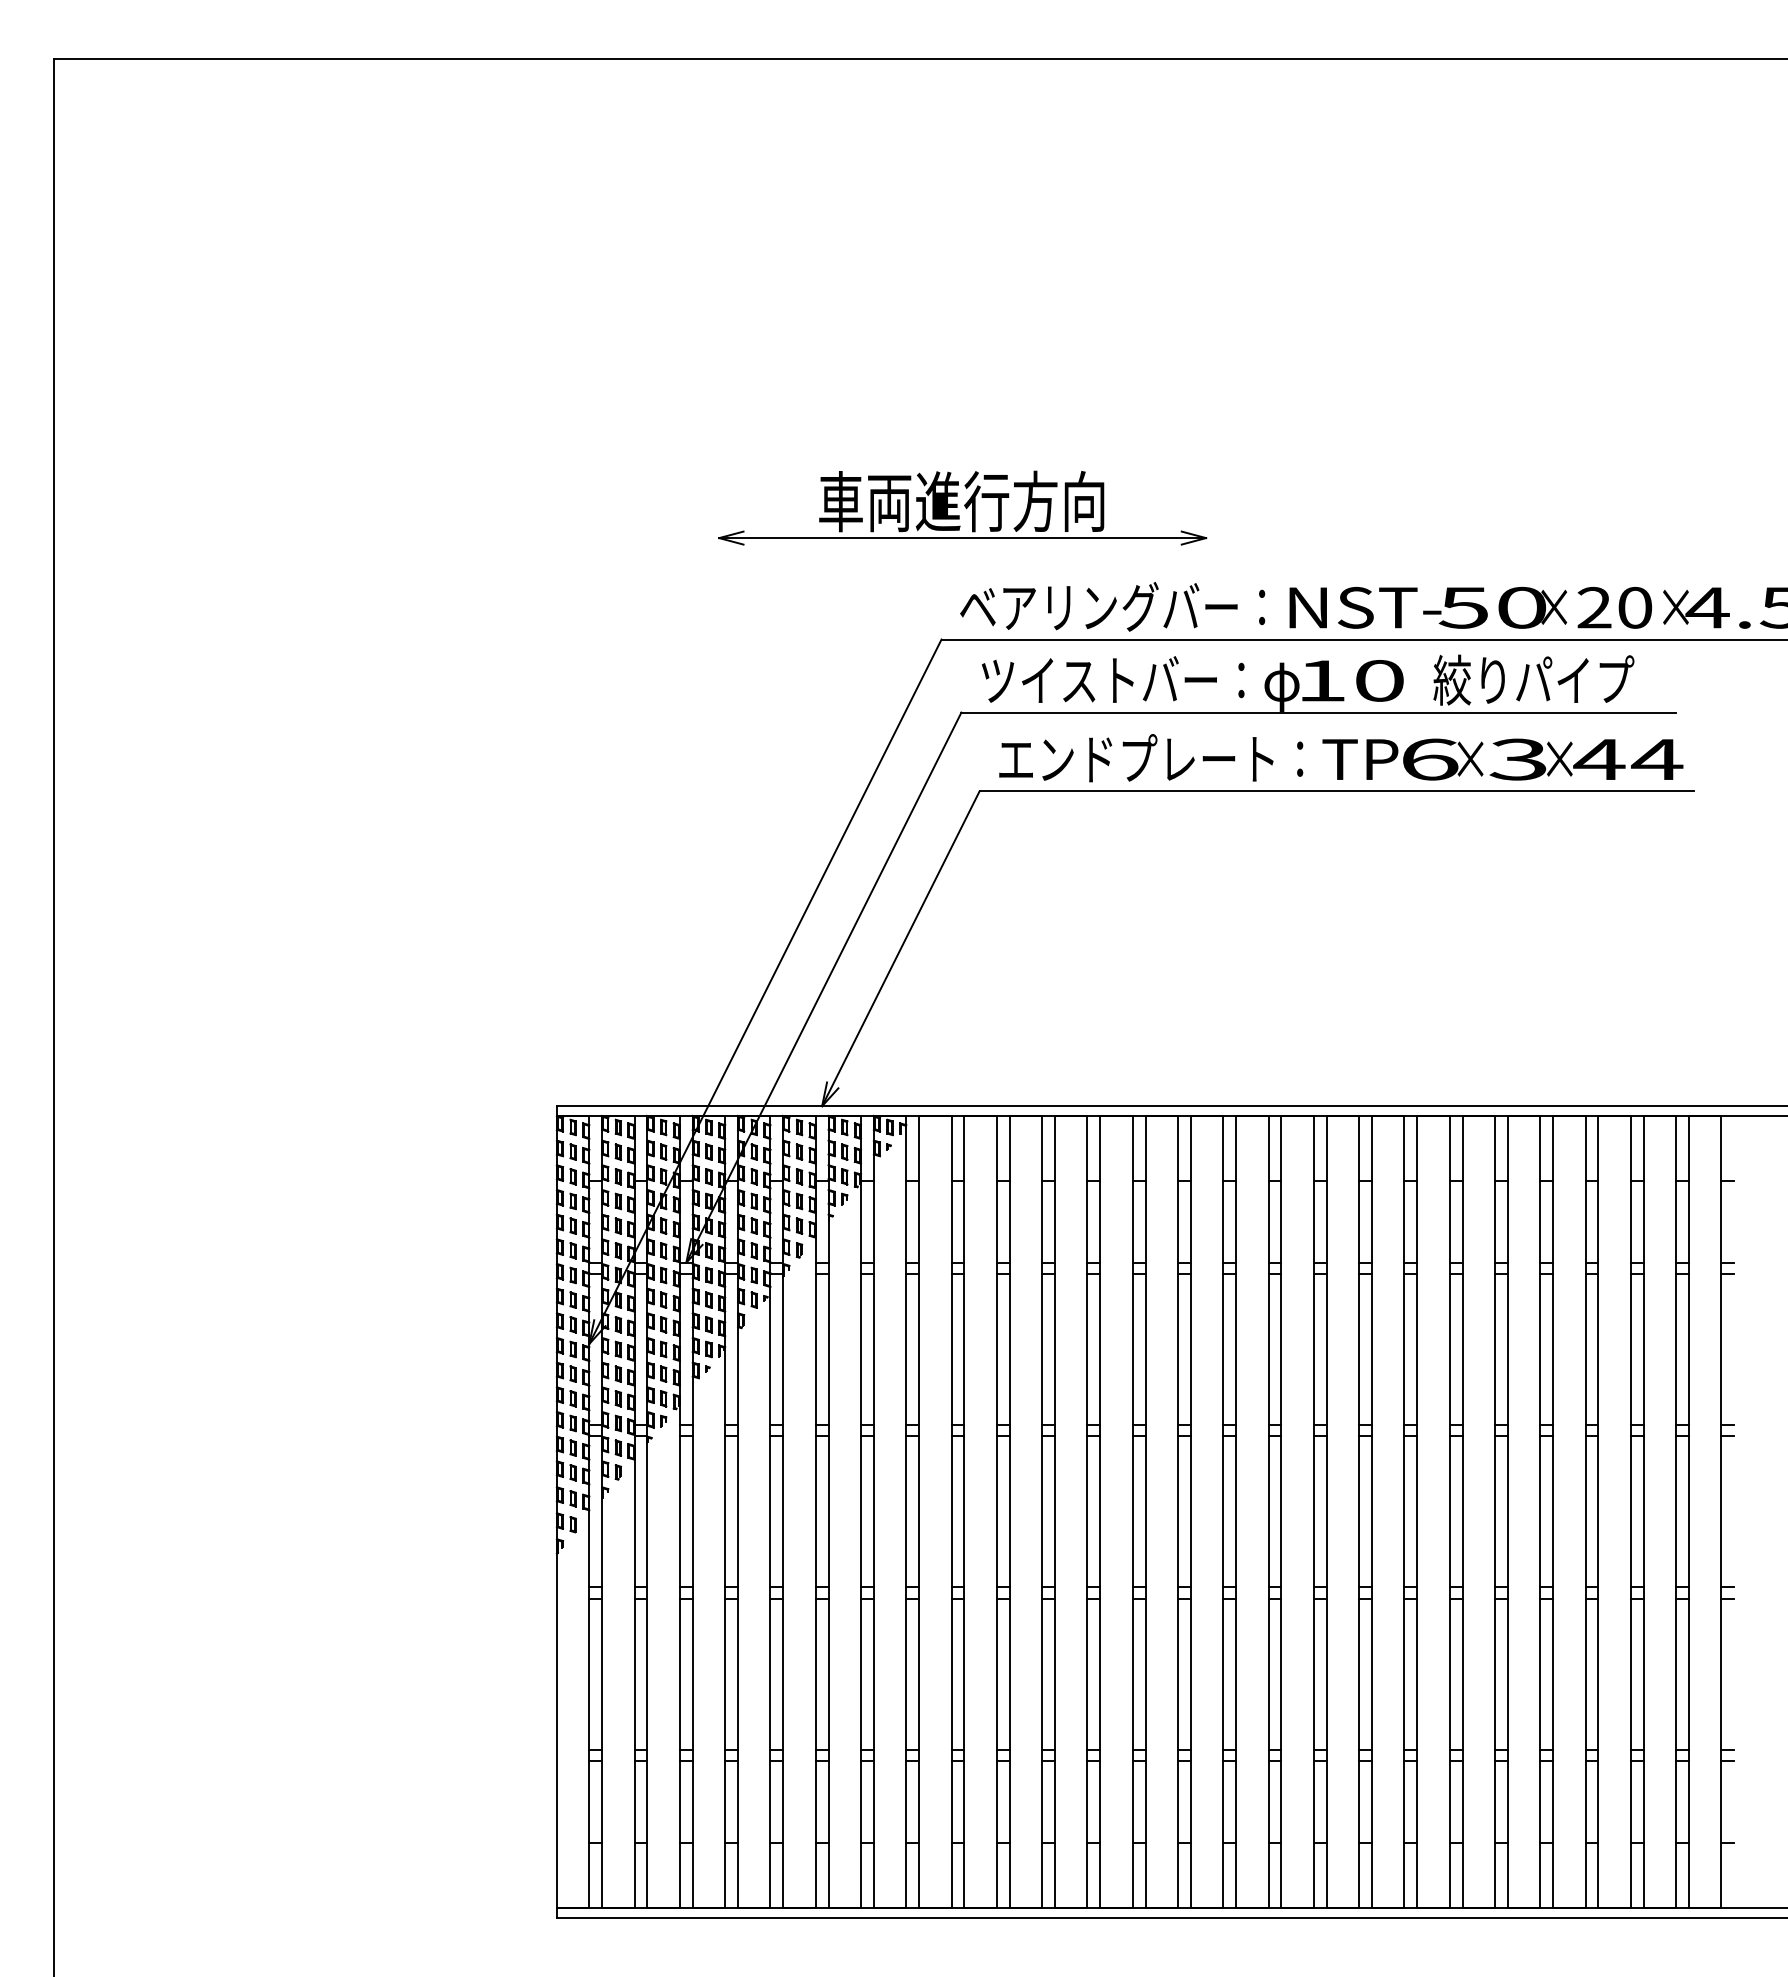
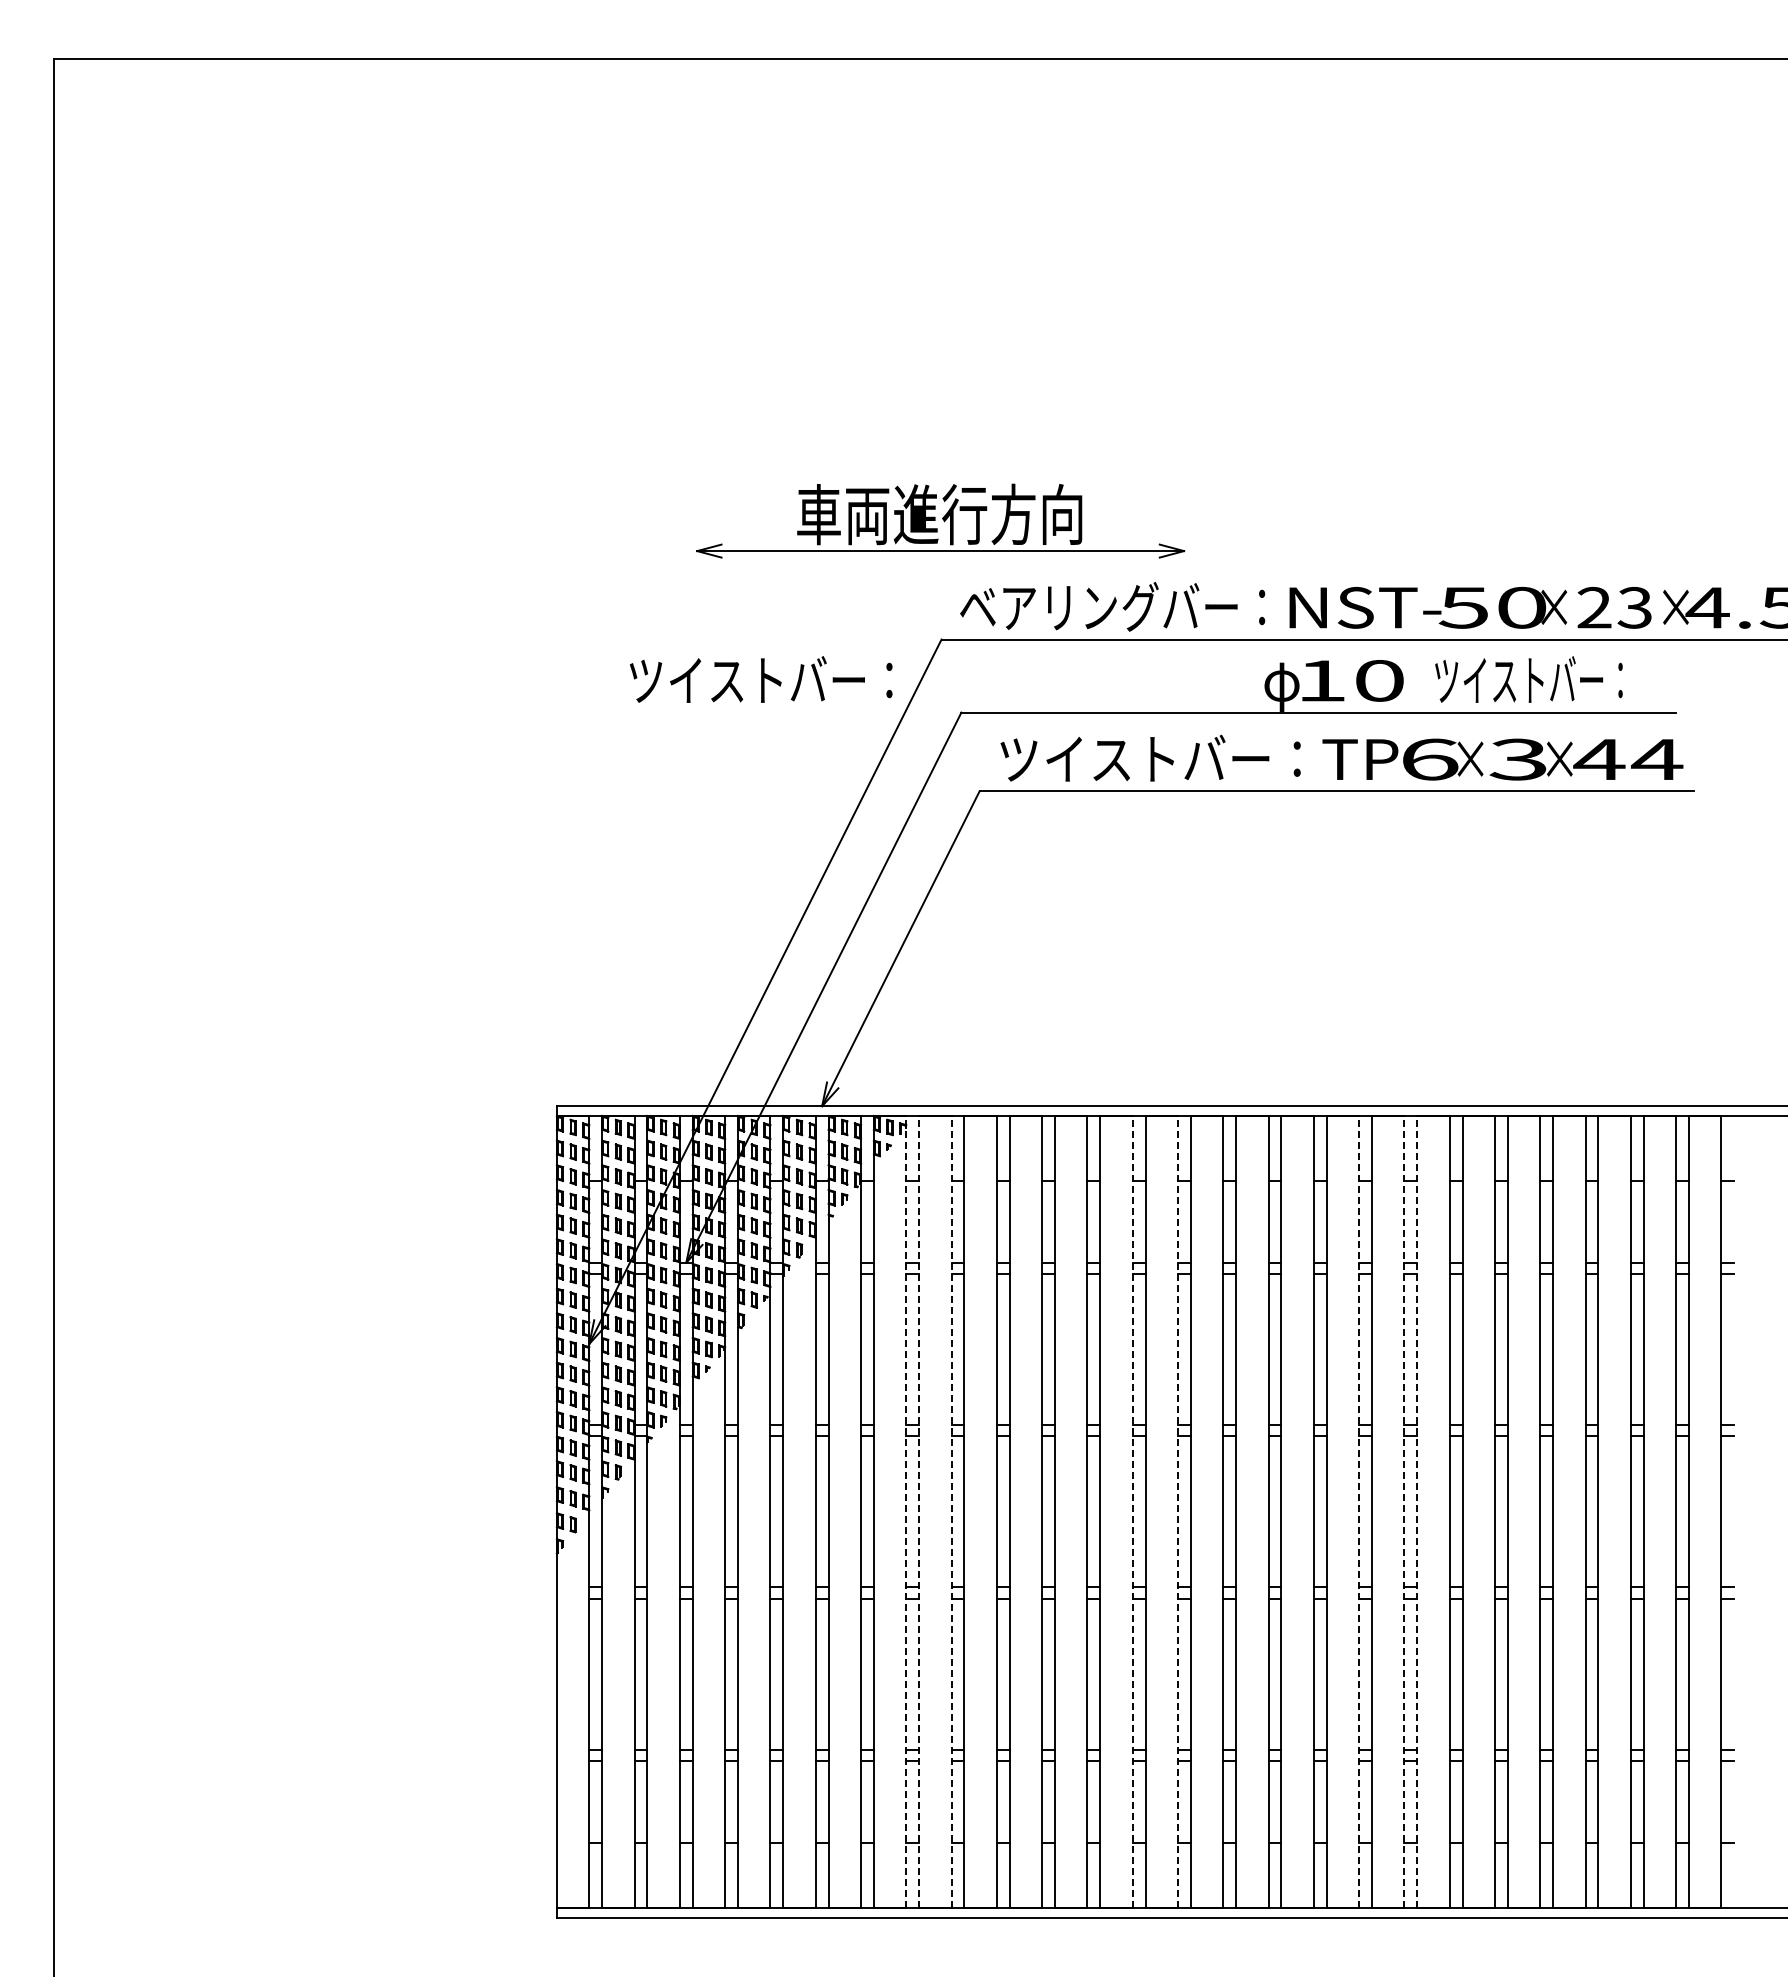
part at (962, 507) position: (962, 507) -> (940, 520)
text at (1634, 607): 20 -> 23
text at (1113, 679) position: (1113, 679) -> (761, 679)
text at (1533, 679): 絞りパイプ -> ツイストバー：
text at (1151, 758): エンドプレート： -> ツイストバー：
line at (906, 1511): solid -> dashed
line at (919, 1511): solid -> dashed
line at (951, 1511): solid -> dashed
line at (1132, 1511): solid -> dashed
line at (1178, 1511): solid -> dashed
line at (1359, 1511): solid -> dashed
line at (1404, 1511): solid -> dashed
line at (1417, 1511): solid -> dashed
